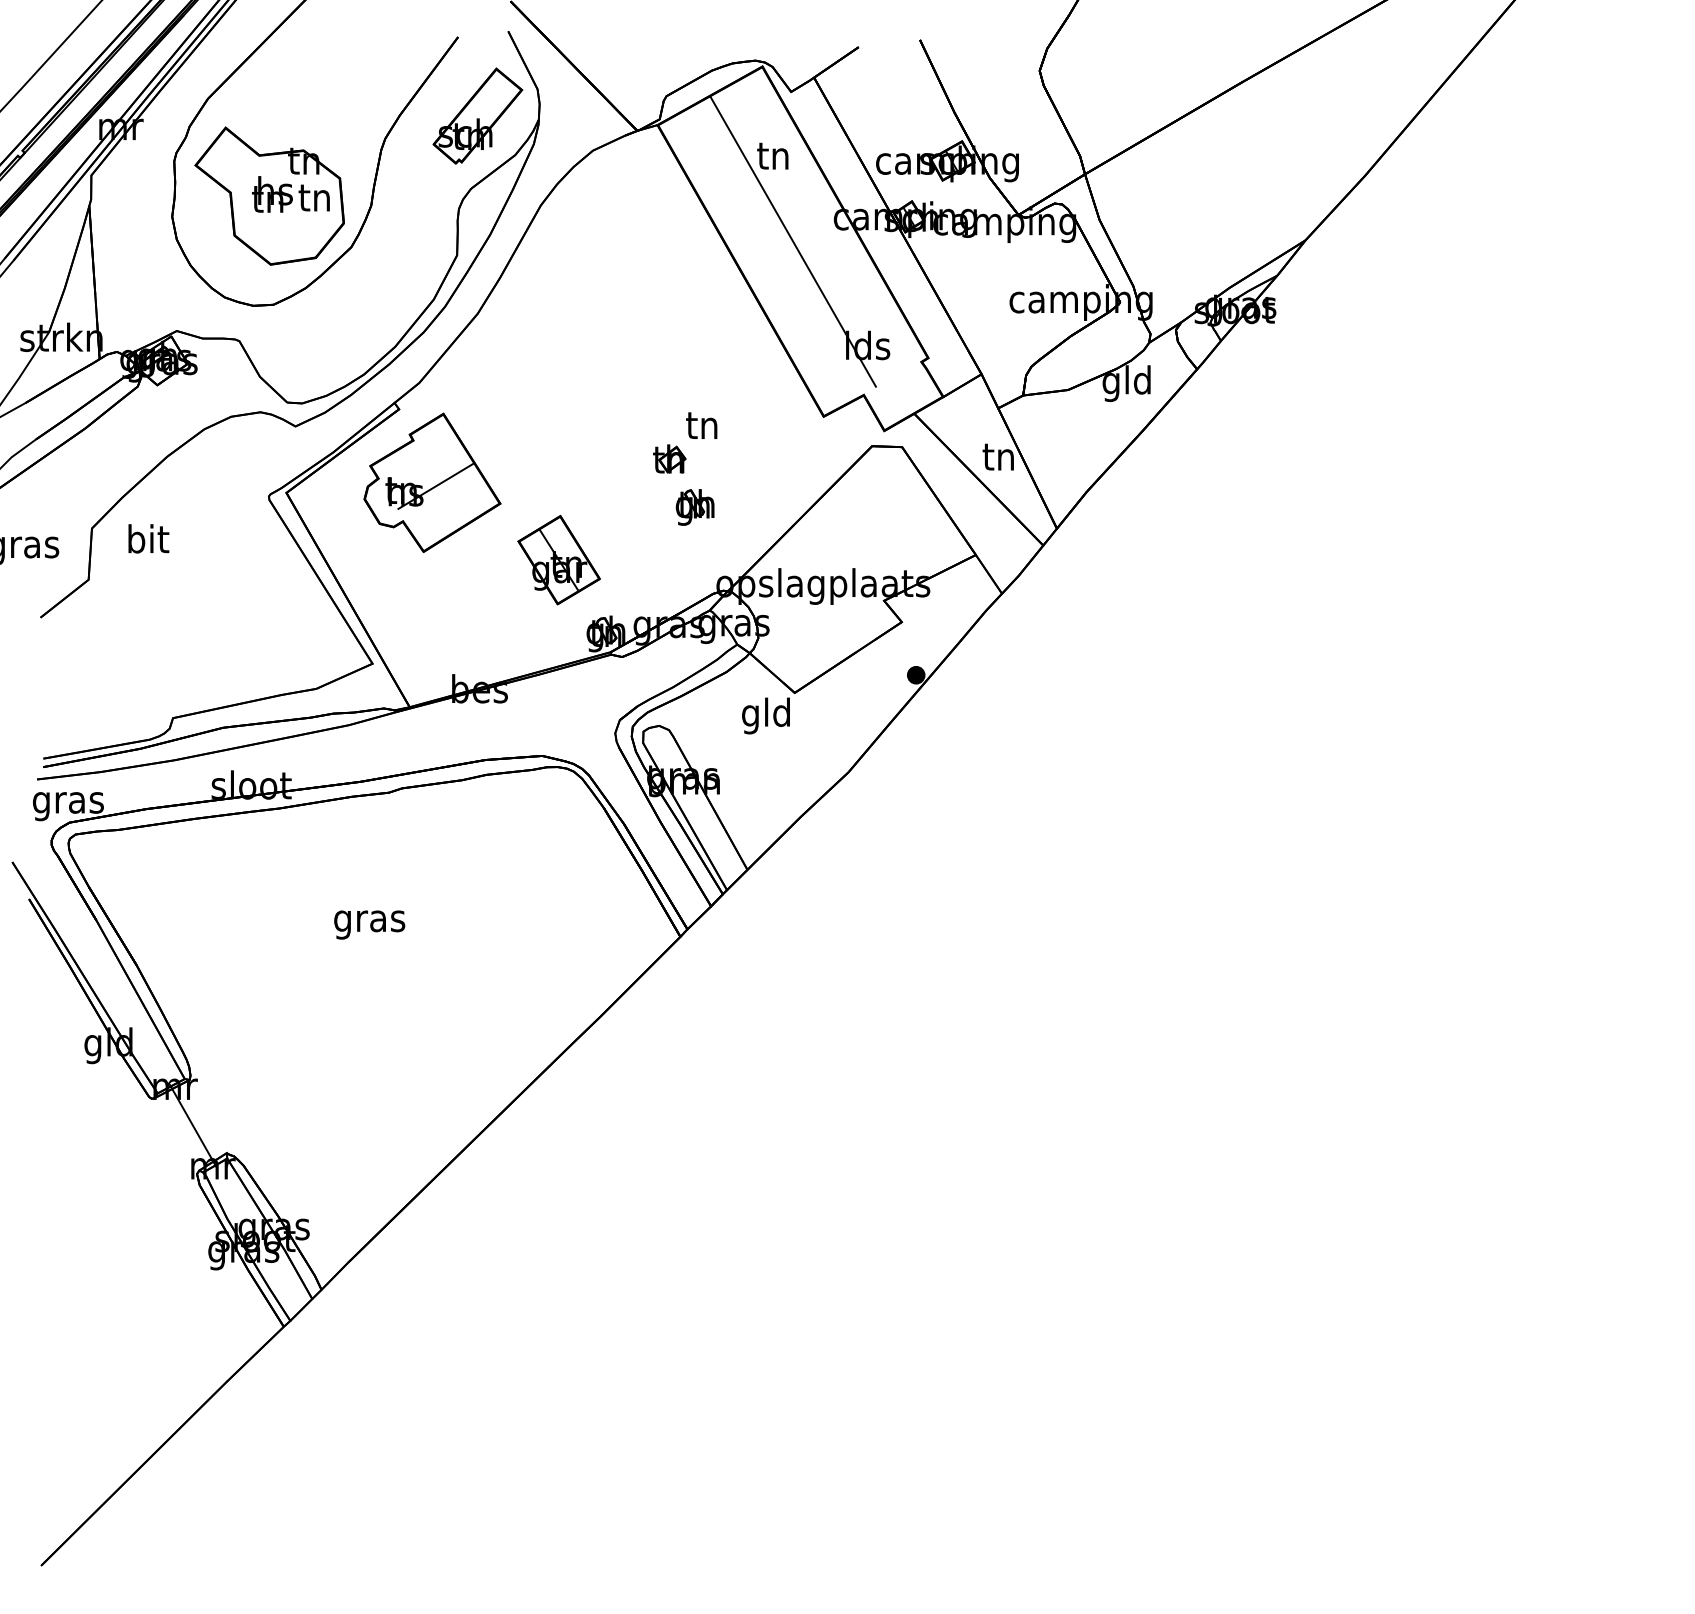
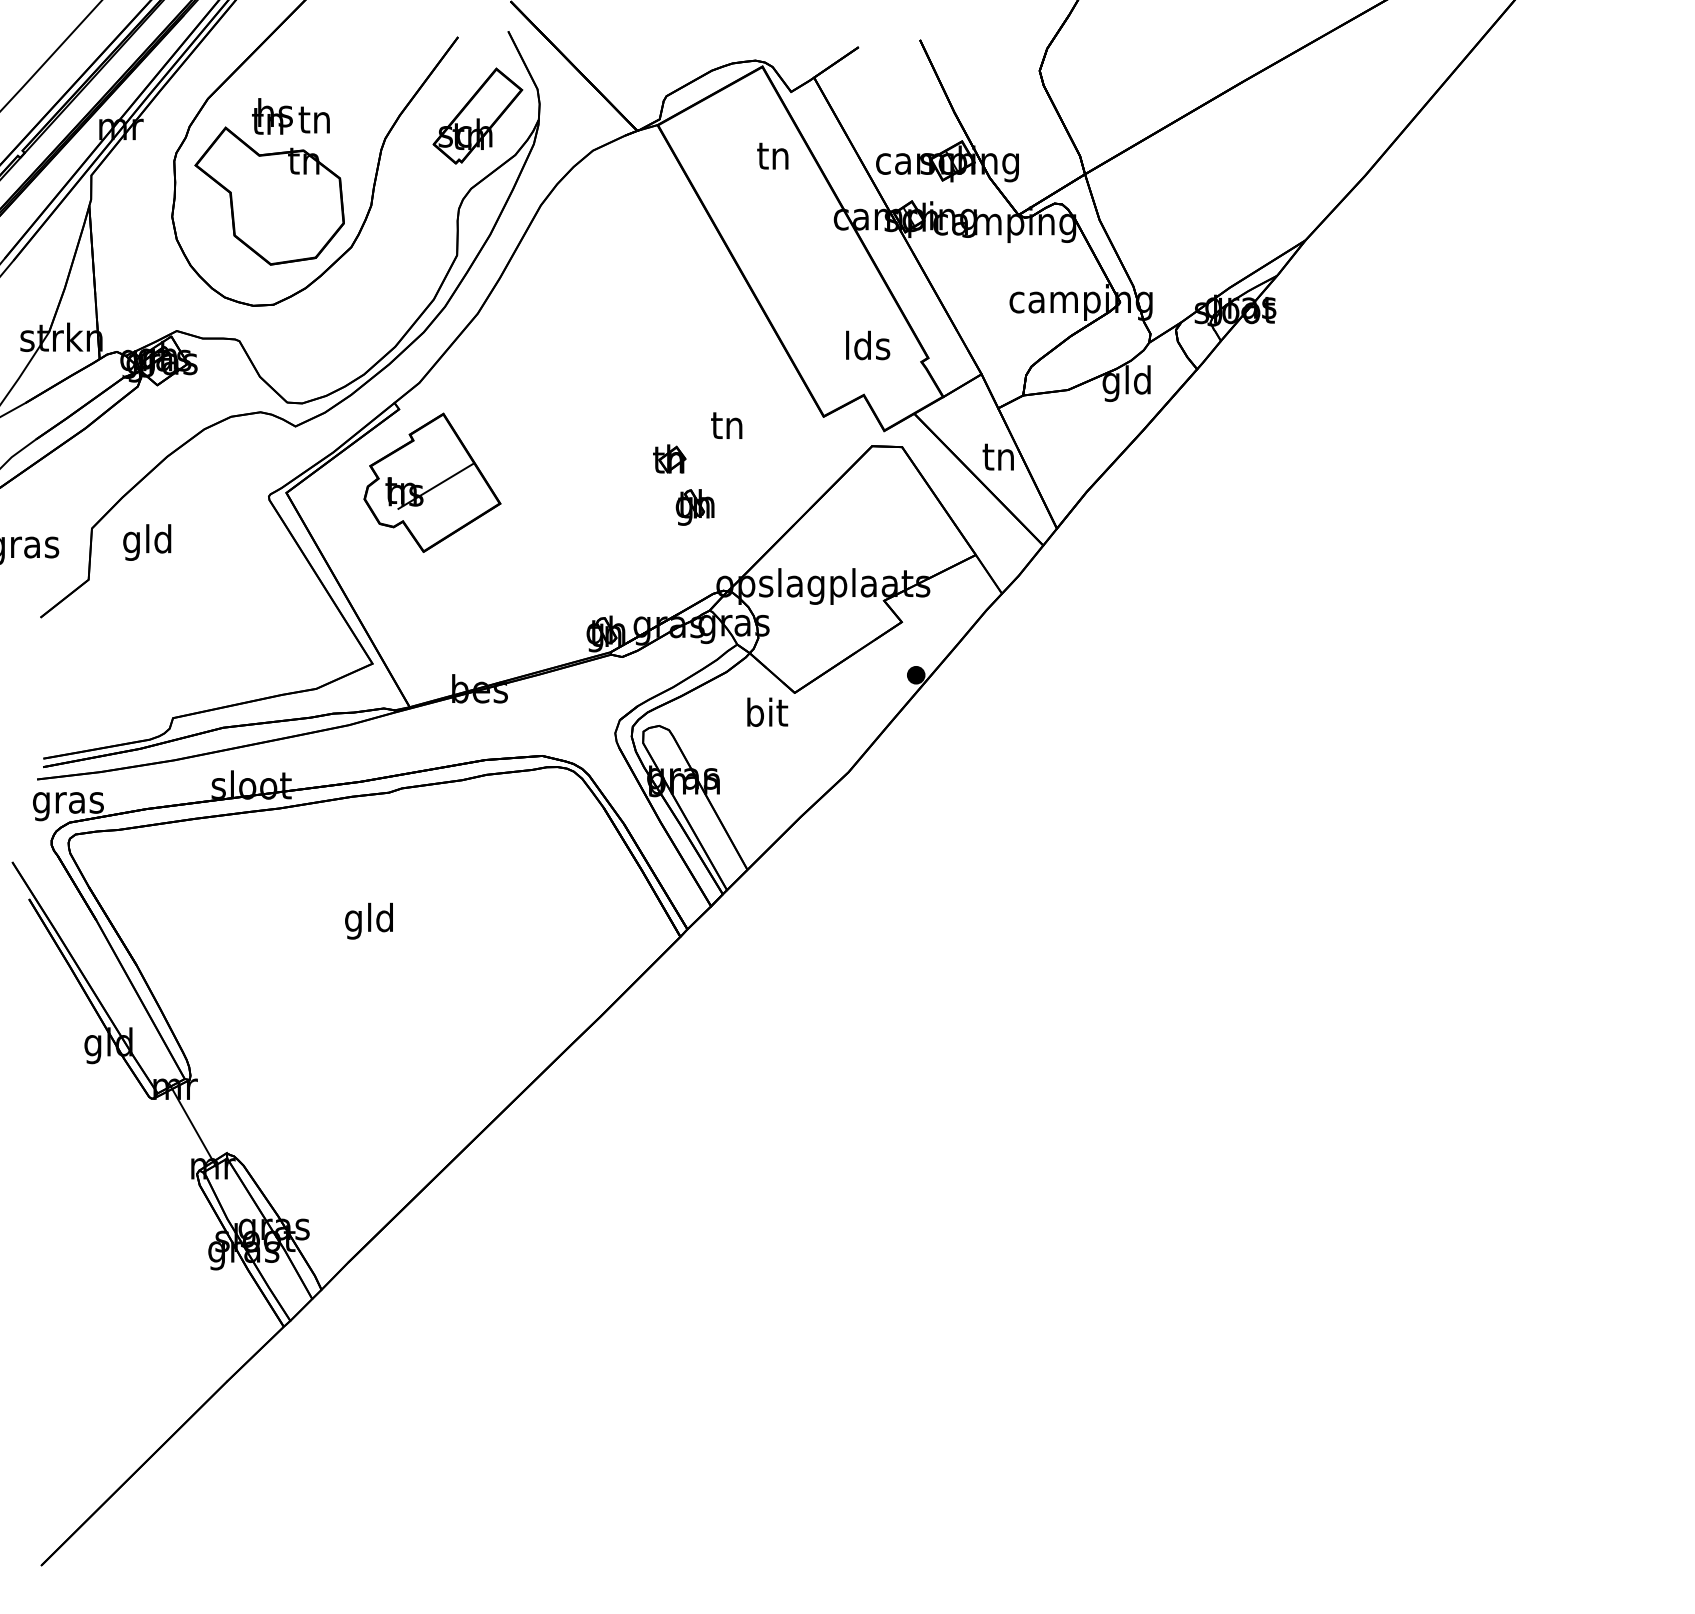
text at (290, 194) position: (290, 194) -> (290, 116)
line at (792, 241): present -> none
text at (701, 425) position: (701, 425) -> (726, 425)
text at (147, 542): bit -> gld
part at (558, 560): present -> none
text at (765, 715): gld -> bit
text at (369, 920): gras -> gld
